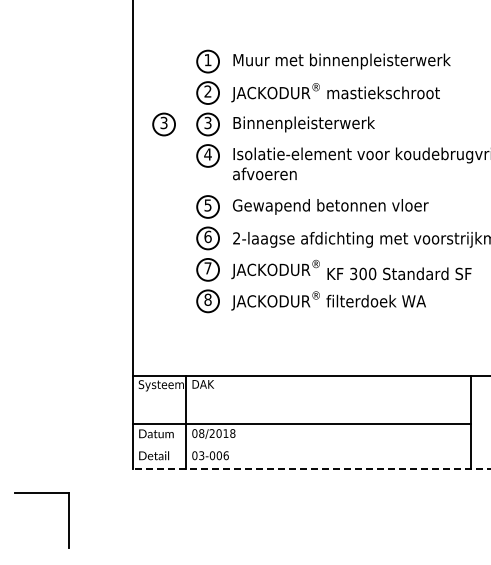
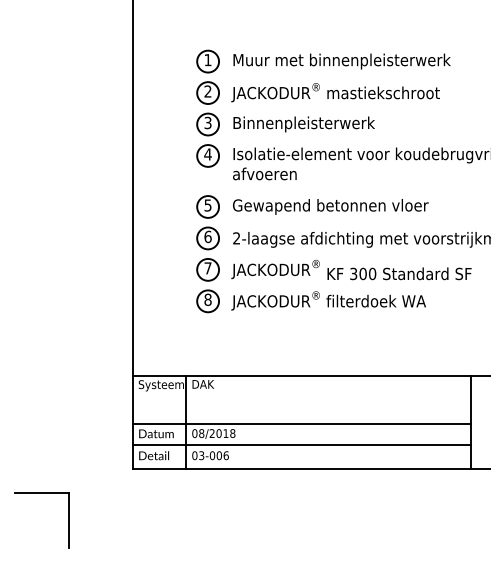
part at (163, 124): present -> none
line at (302, 445): none -> present
line at (312, 468): dashed -> solid
